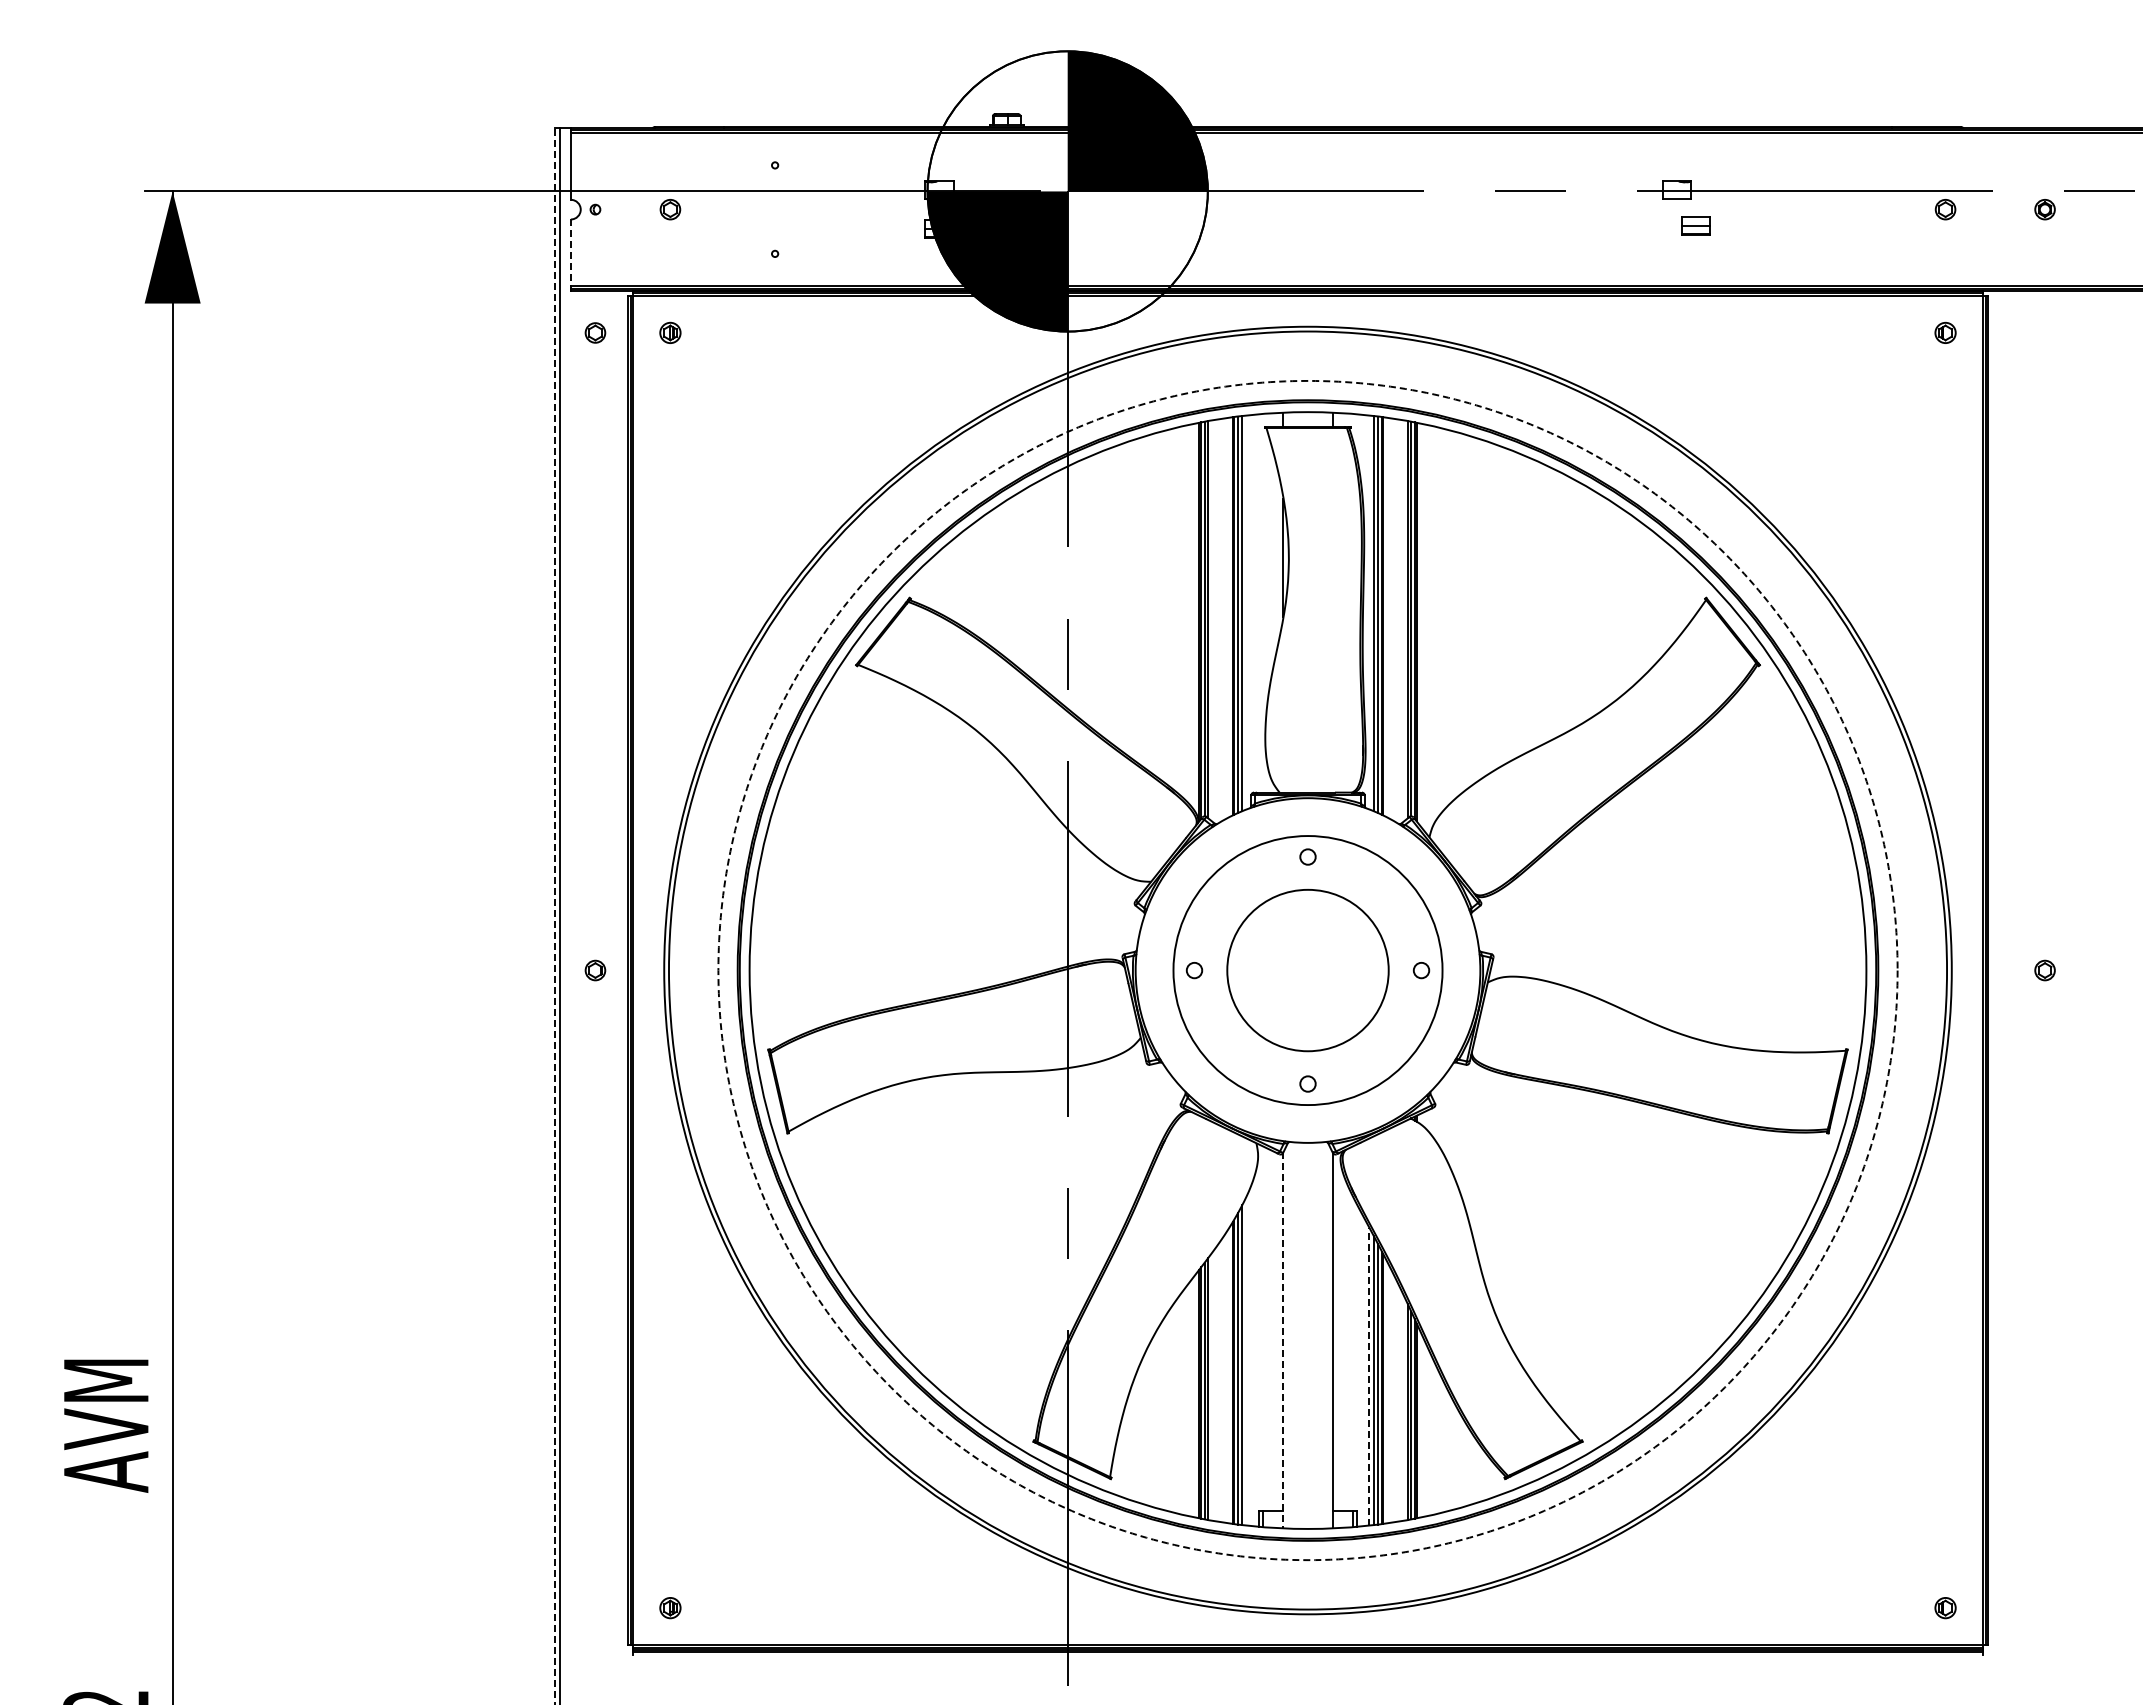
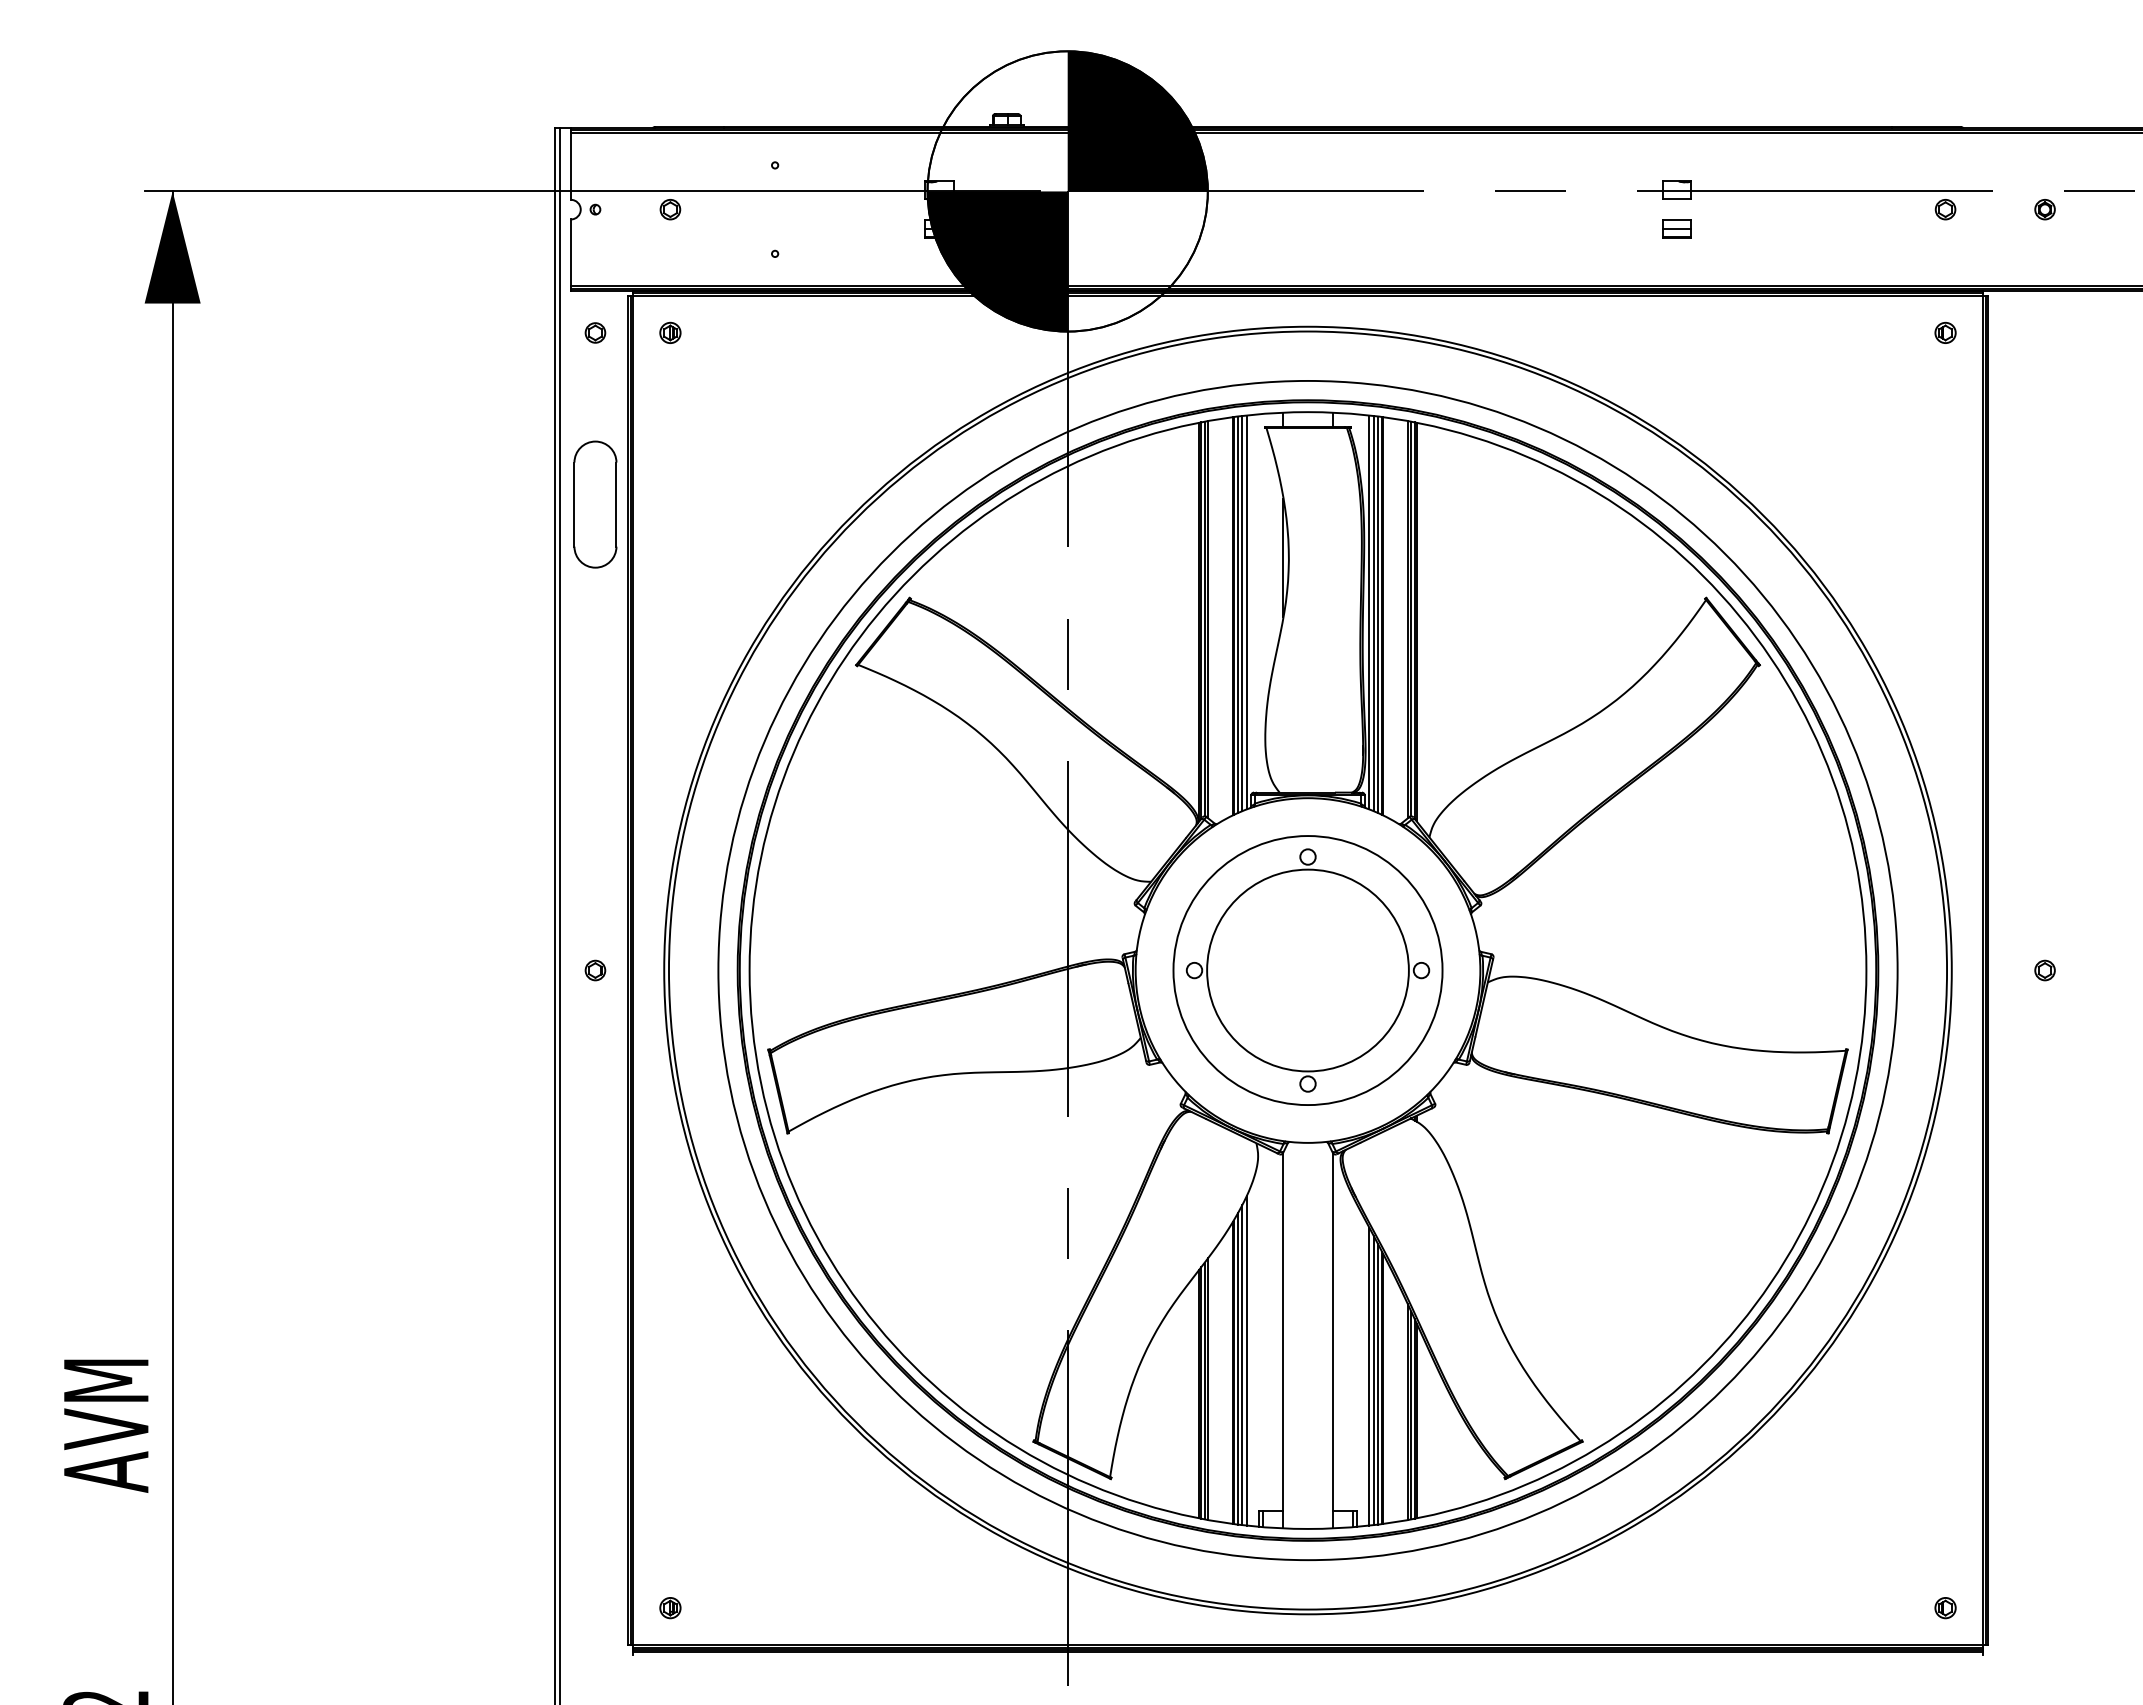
part at (1695, 225) position: (1695, 225) -> (1676, 228)
line at (570, 253): dashed -> solid
part at (595, 504): none -> present
line at (1246, 612): none -> present
line at (1369, 612): none -> present
line at (554, 916): dashed -> solid
circle at (1307, 970) diameter: 161 px -> 202 px
circle at (1307, 970): dashed -> solid
line at (1283, 1340): dashed -> solid
line at (1246, 1360): none -> present
line at (1369, 1376): dashed -> solid
